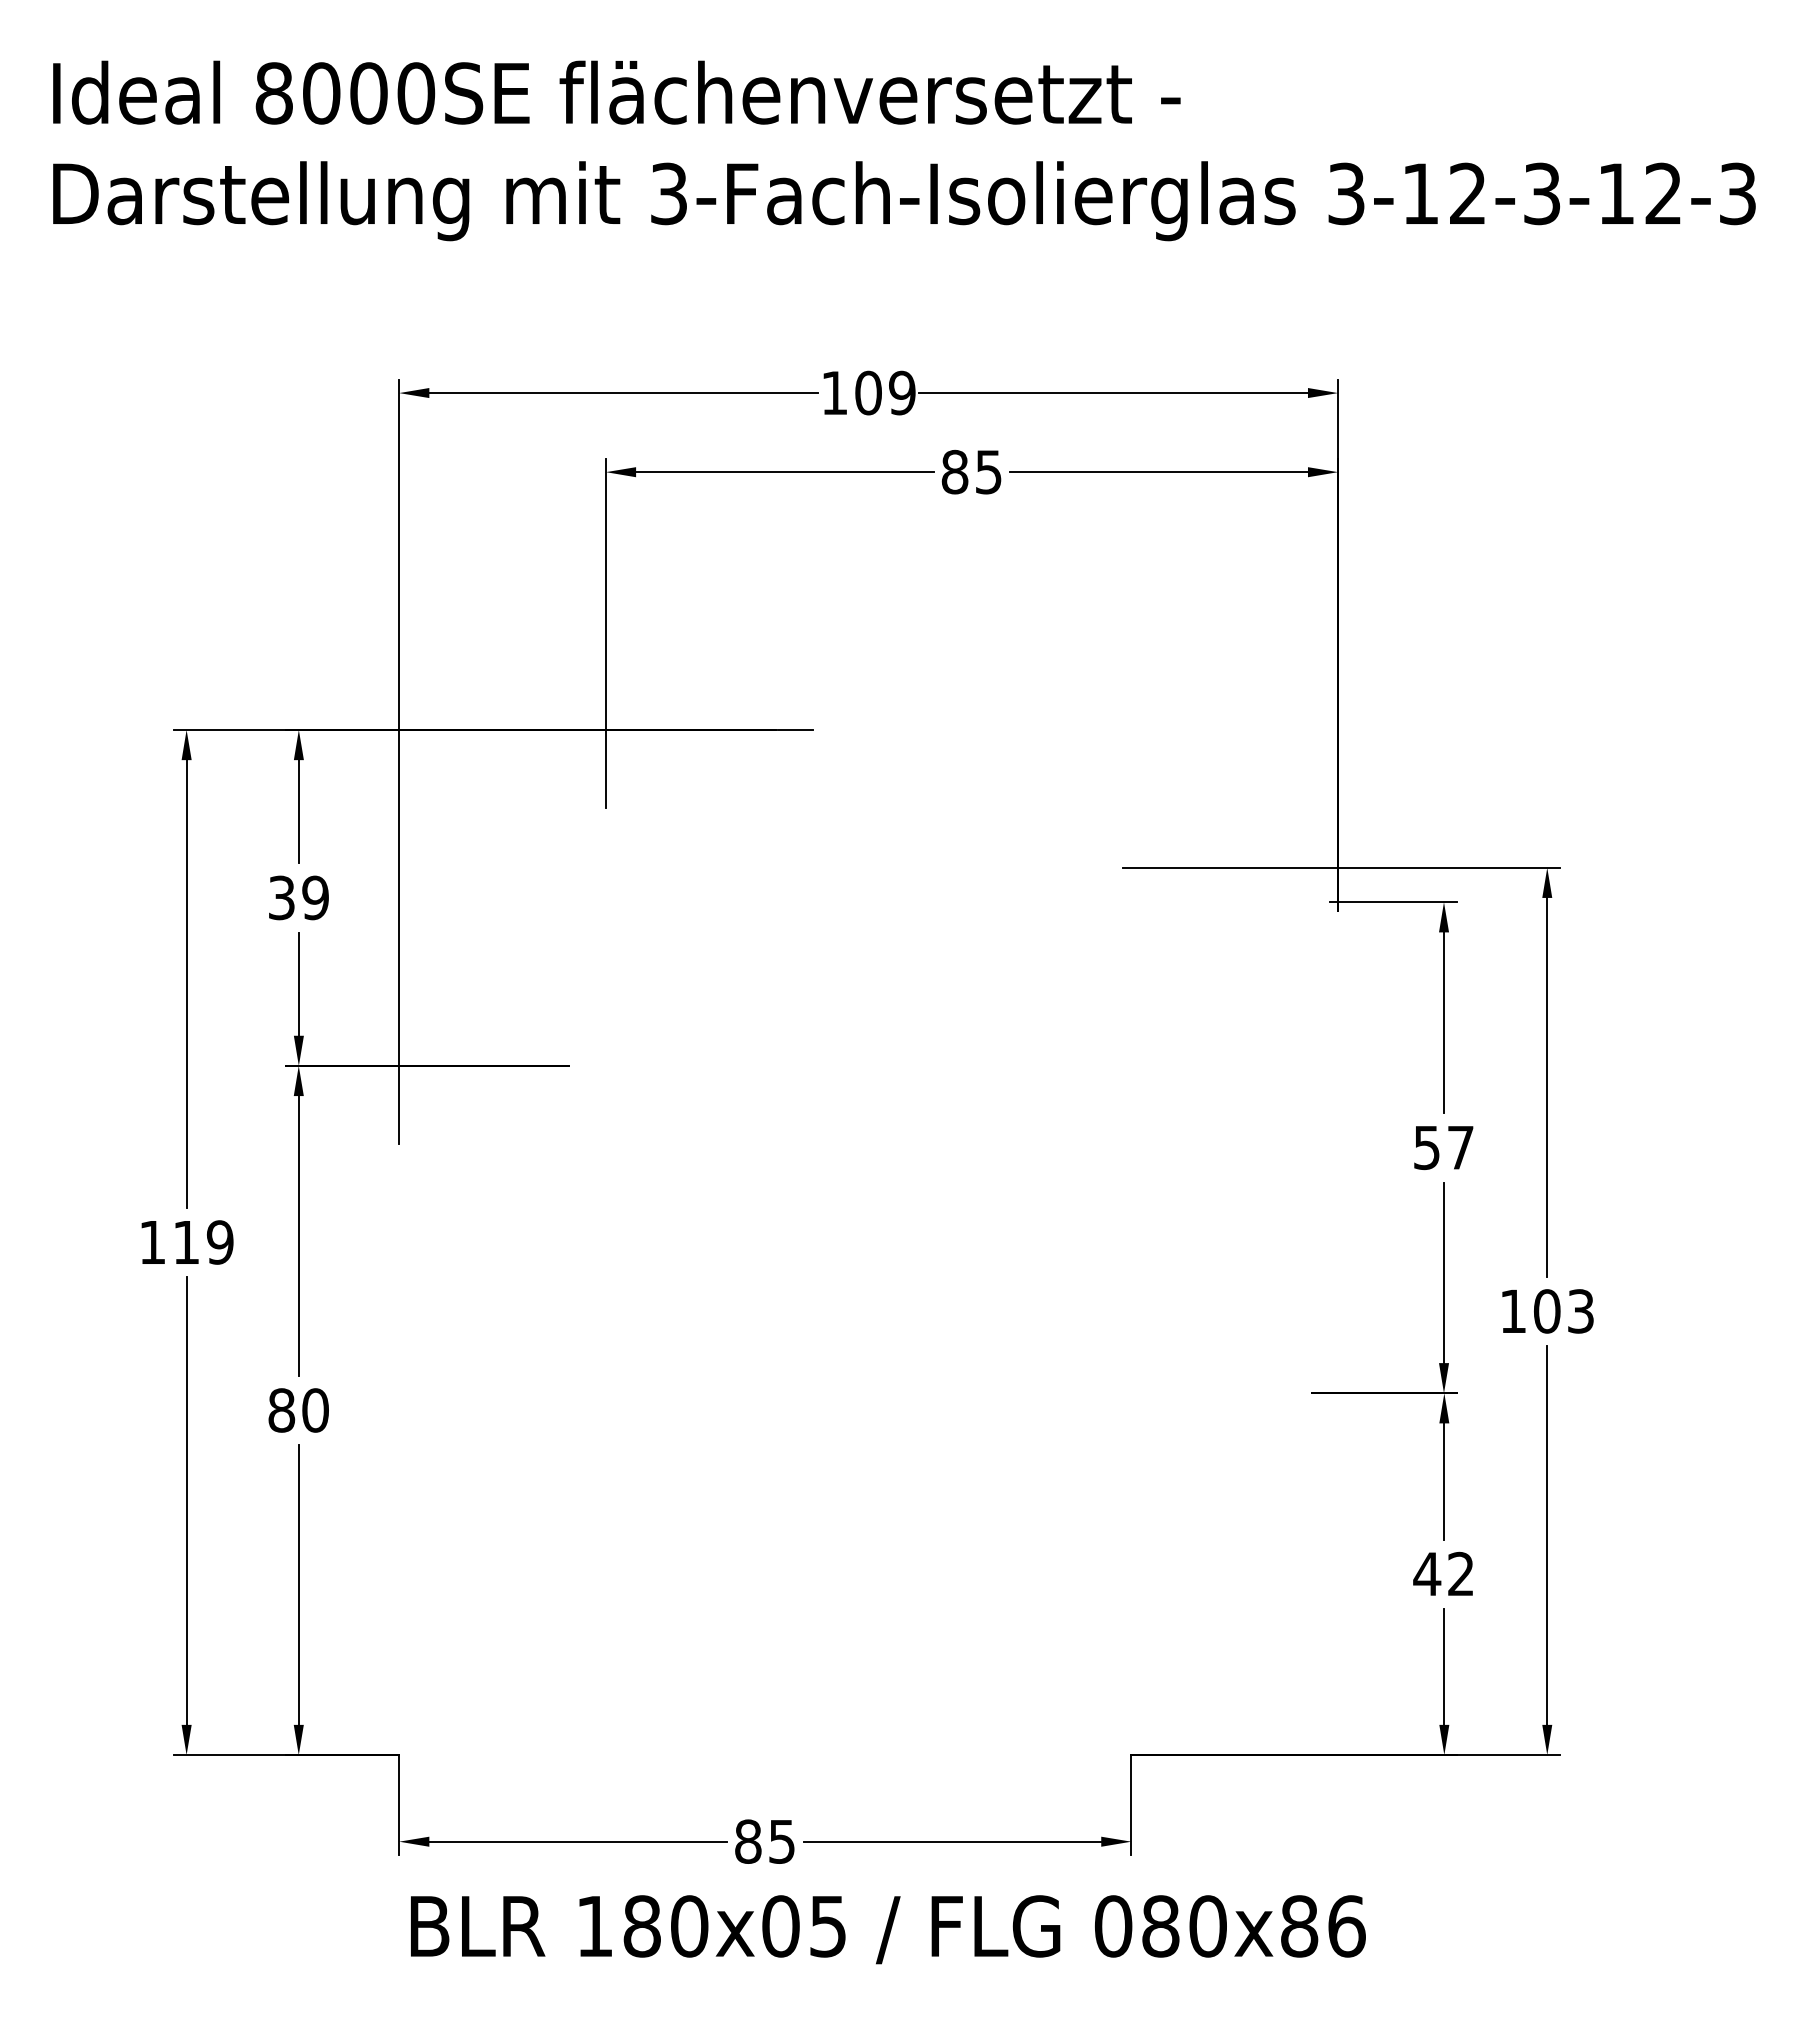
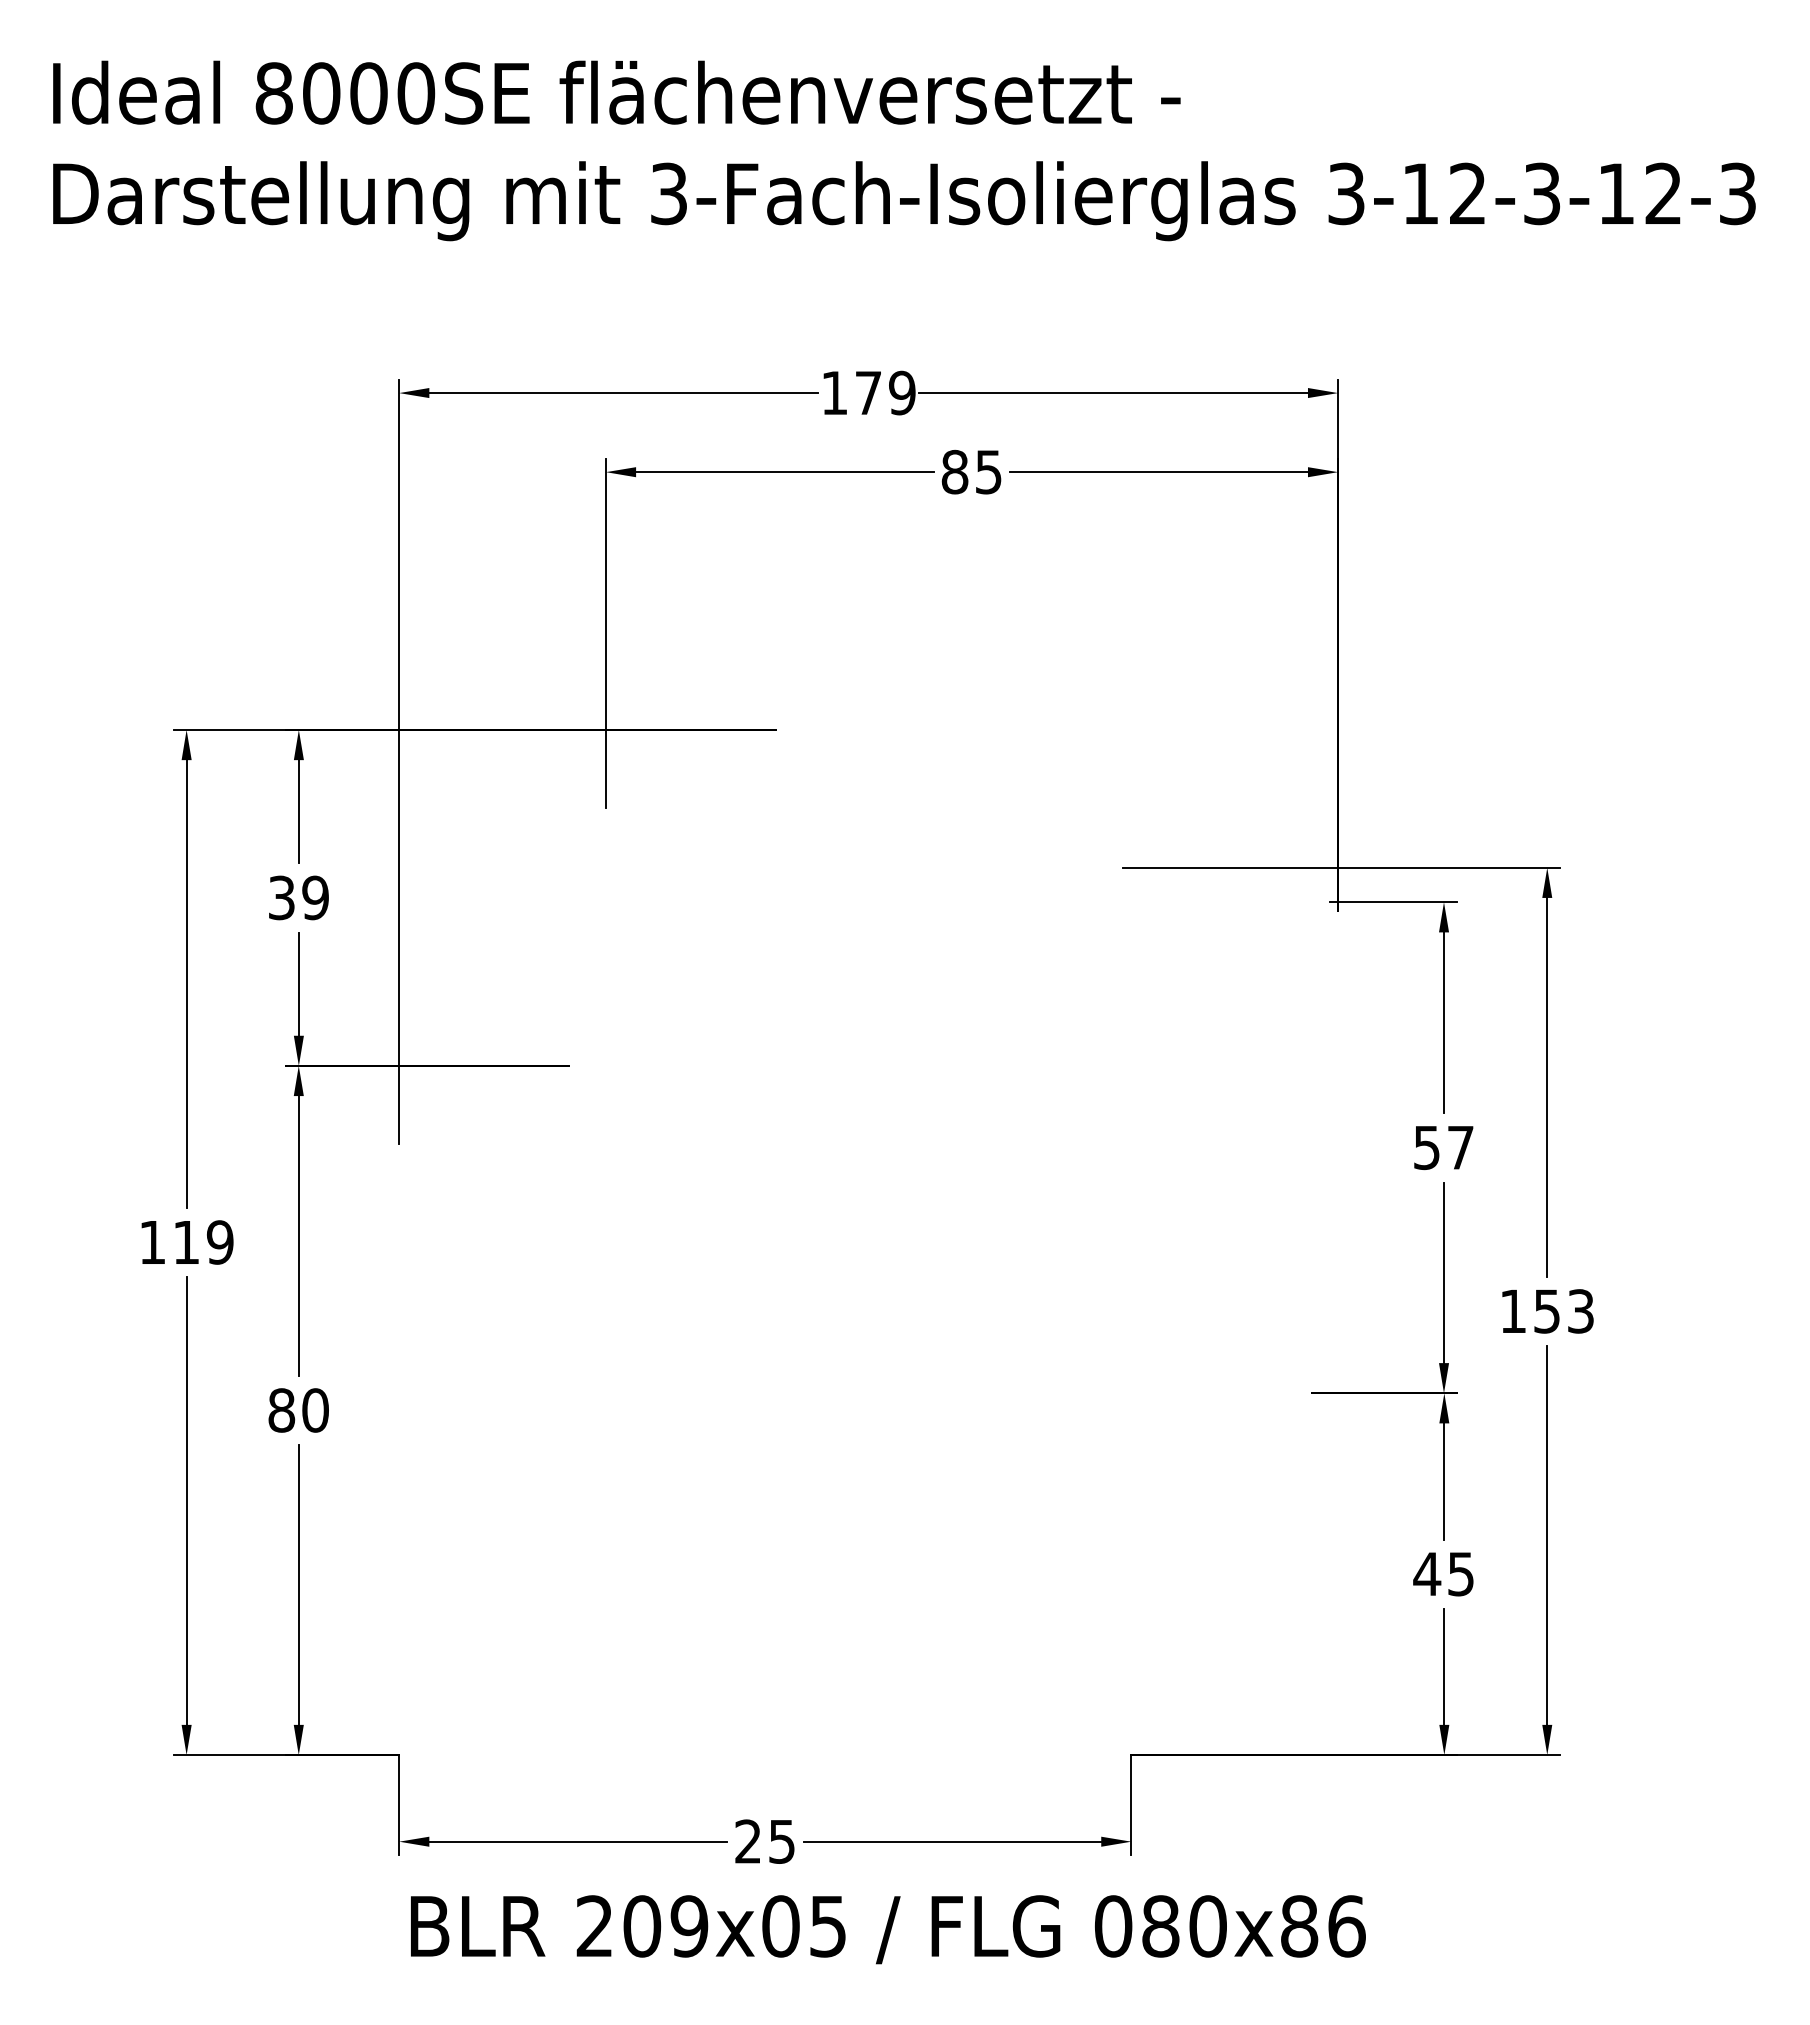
text at (868, 392): 109 -> 179
line at (795, 729): present -> none
text at (1547, 1311): 103 -> 153
text at (1460, 1573): 42 -> 45
text at (748, 1841): 85 -> 25
text at (642, 1926): 180x05 -> 209x05
